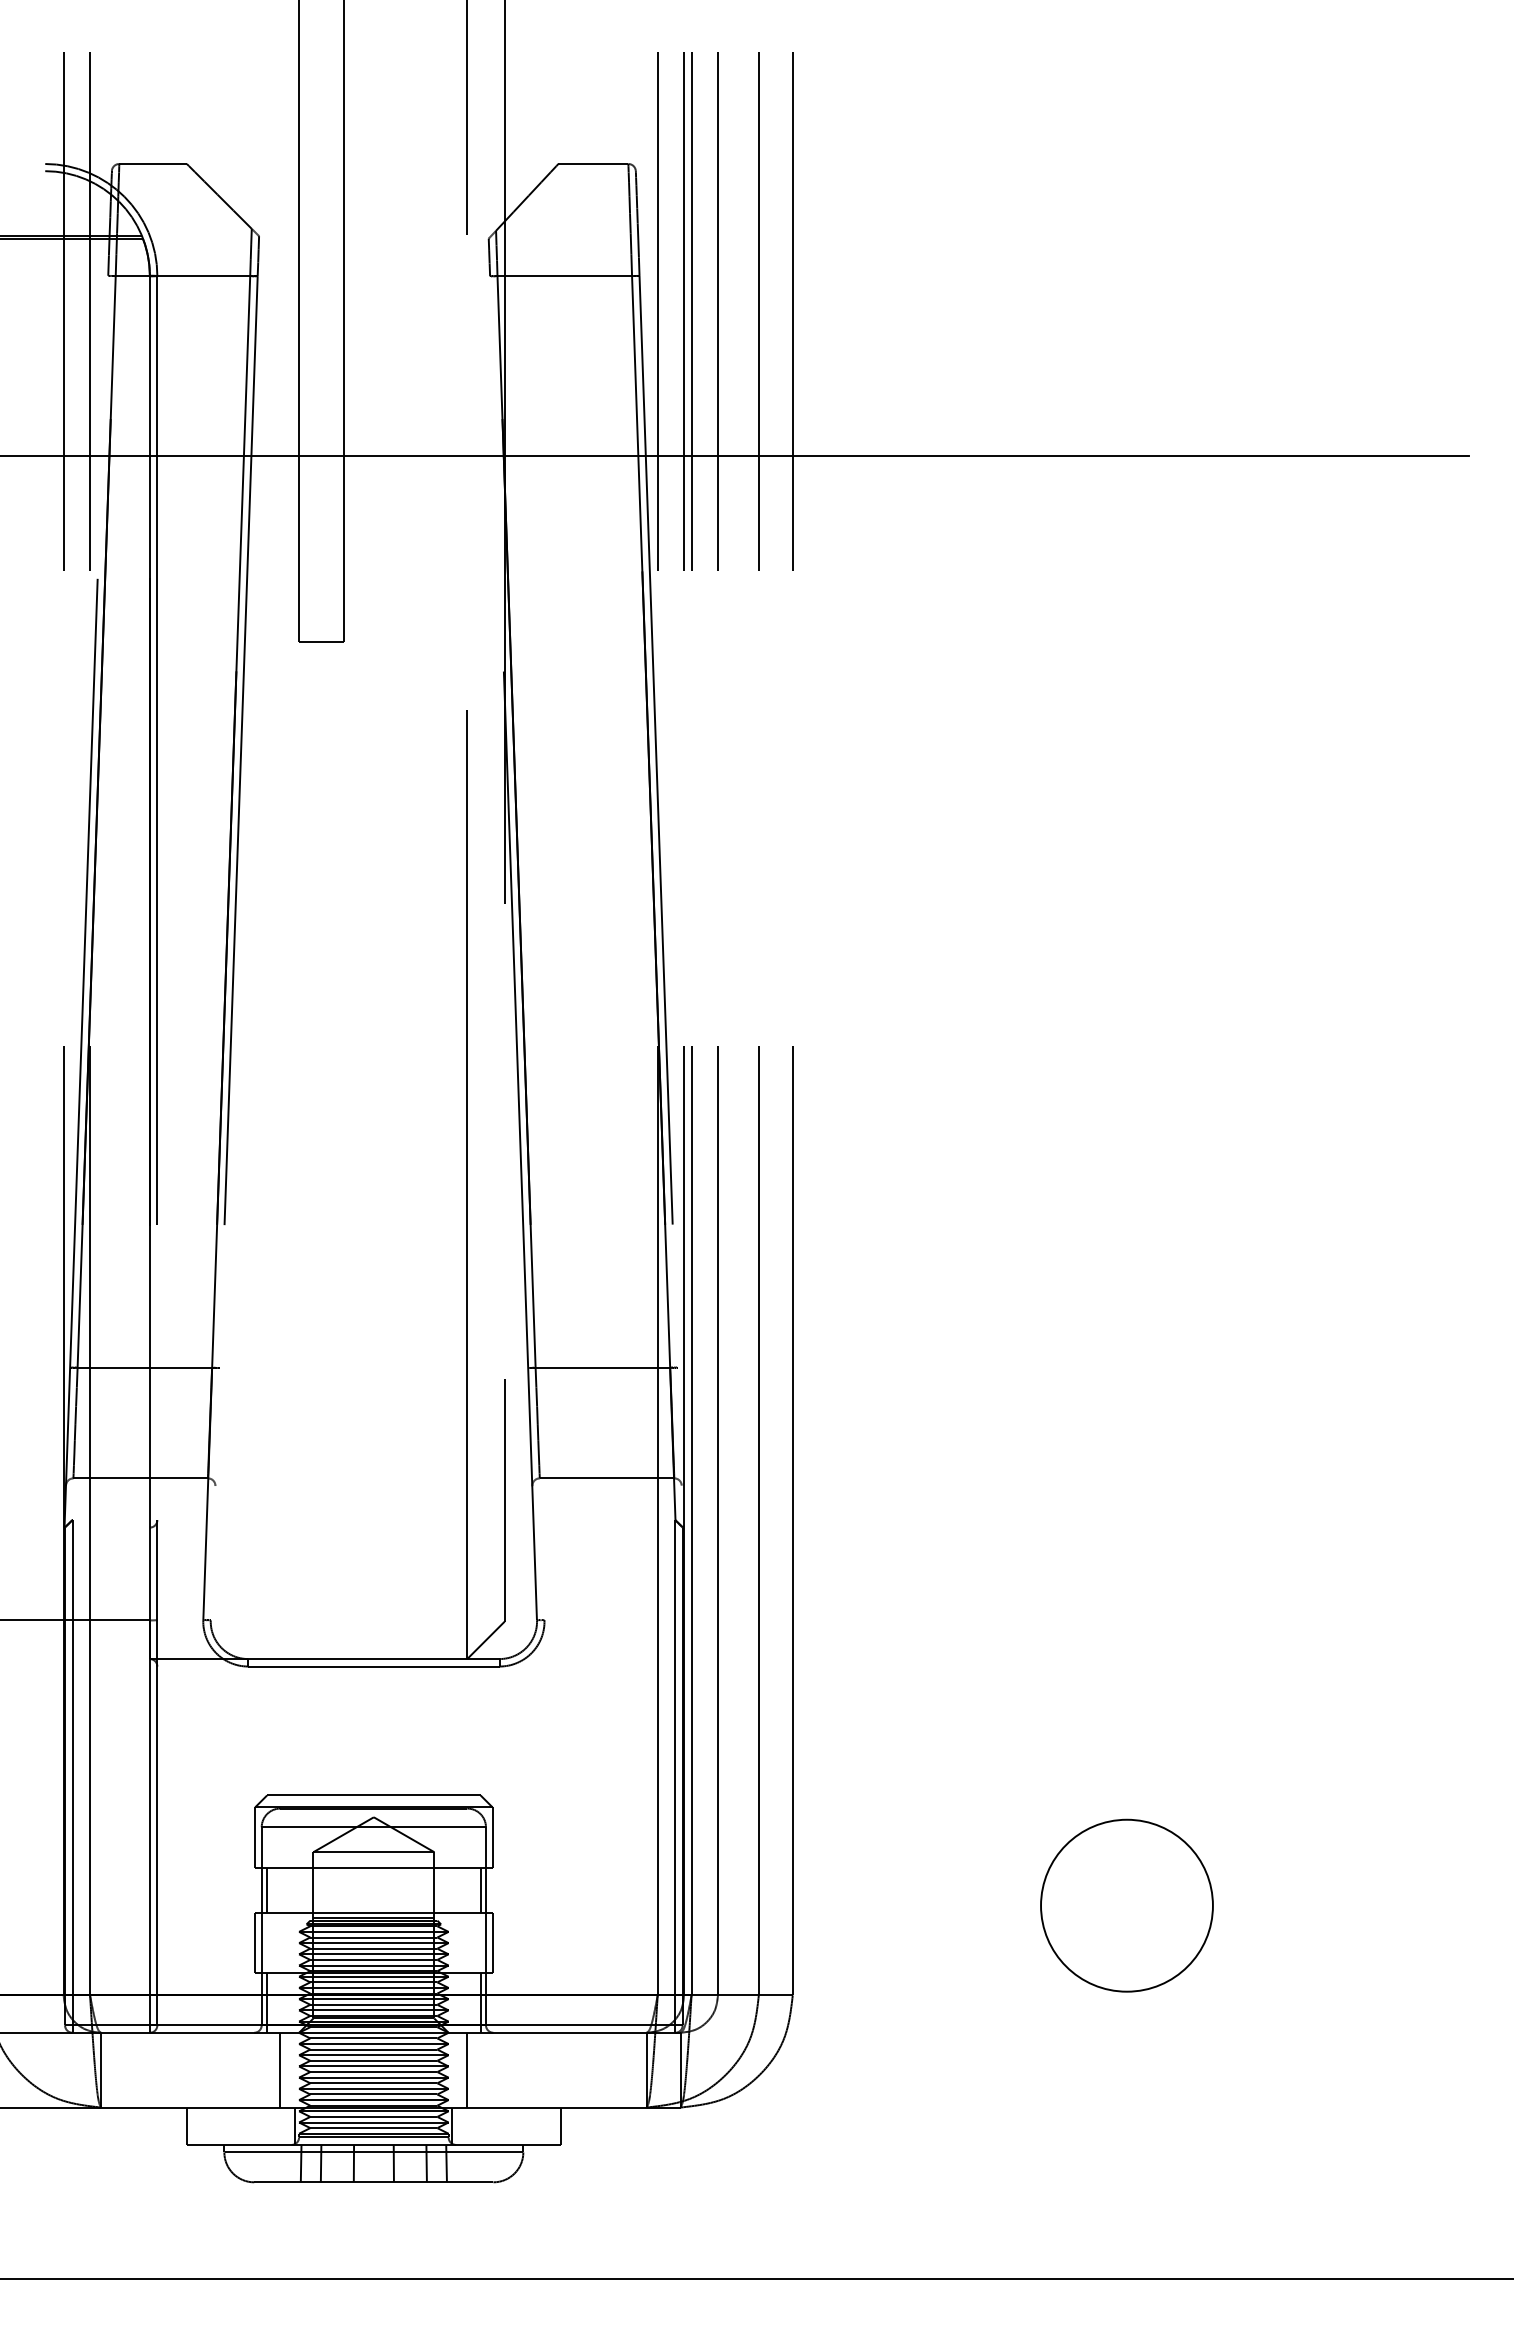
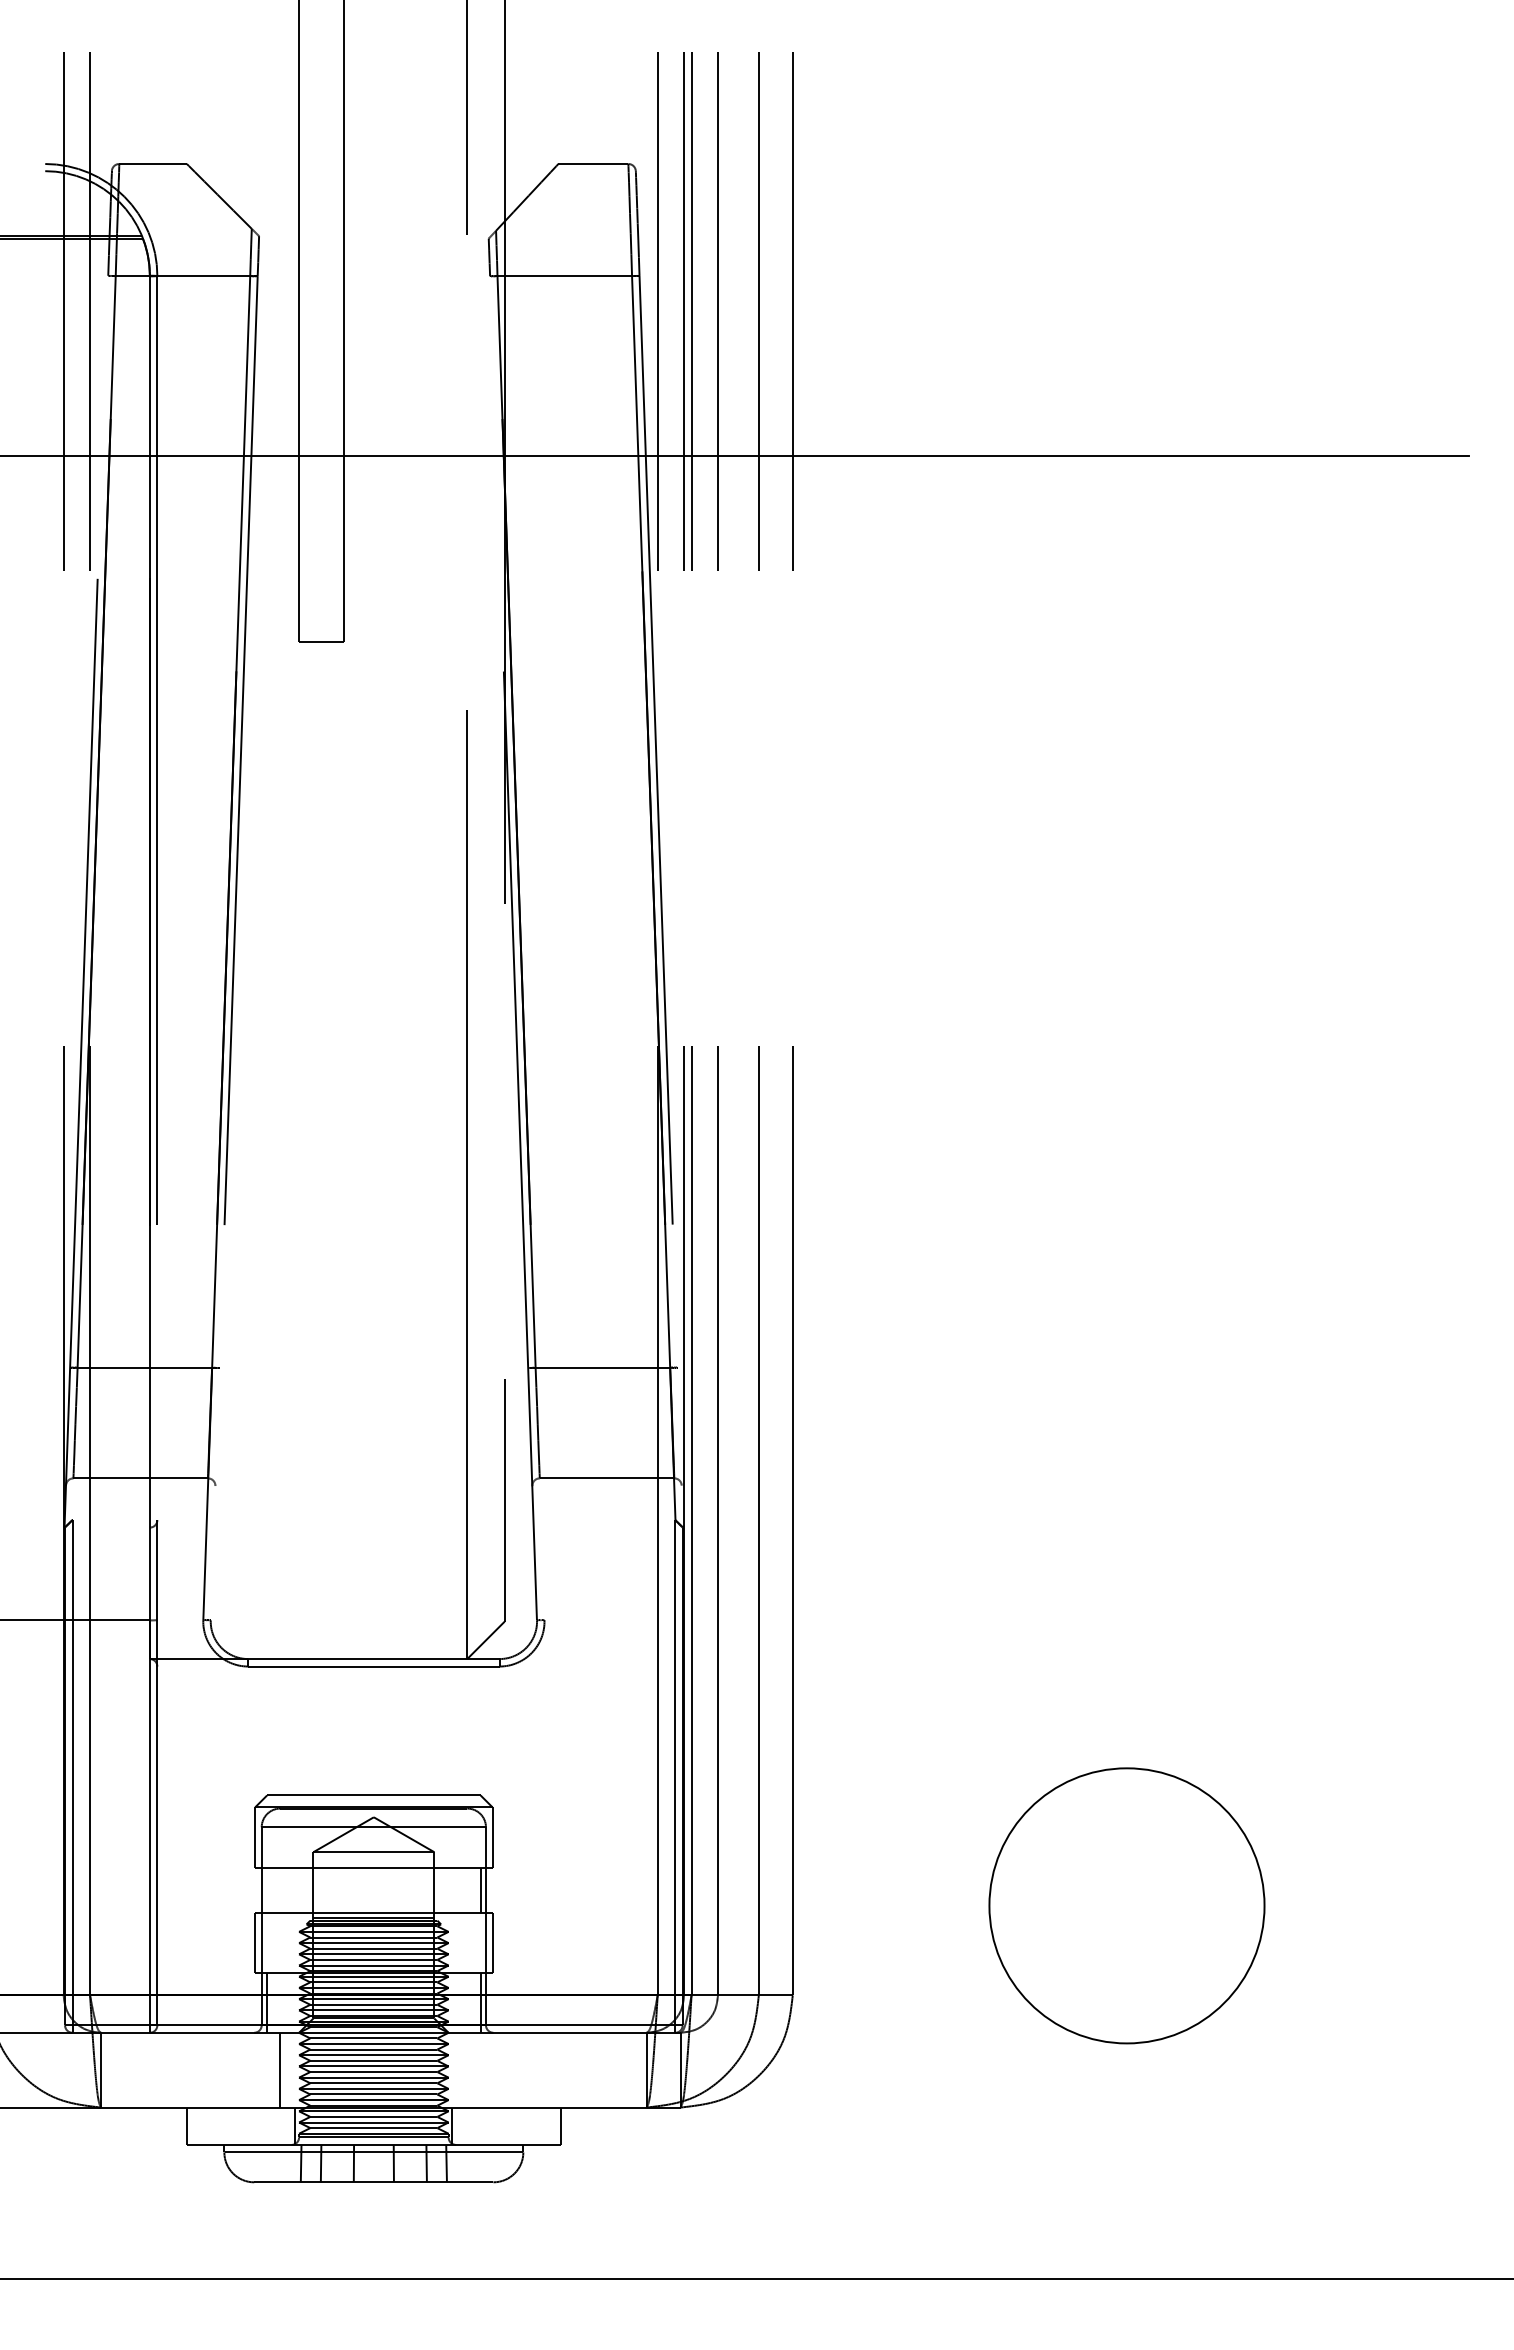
line at (266, 1890): present -> none
circle at (1126, 1905) size: 174x175 px -> 278x278 px
line at (467, 2069): present -> none
